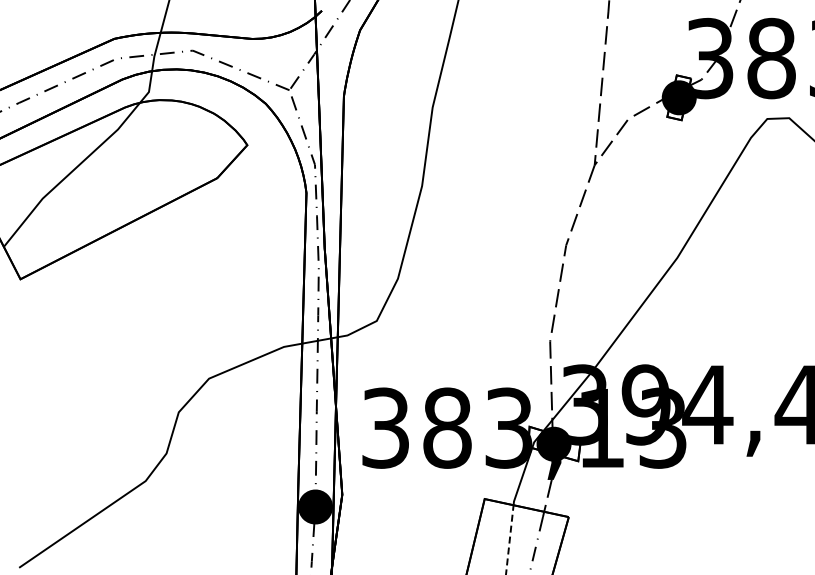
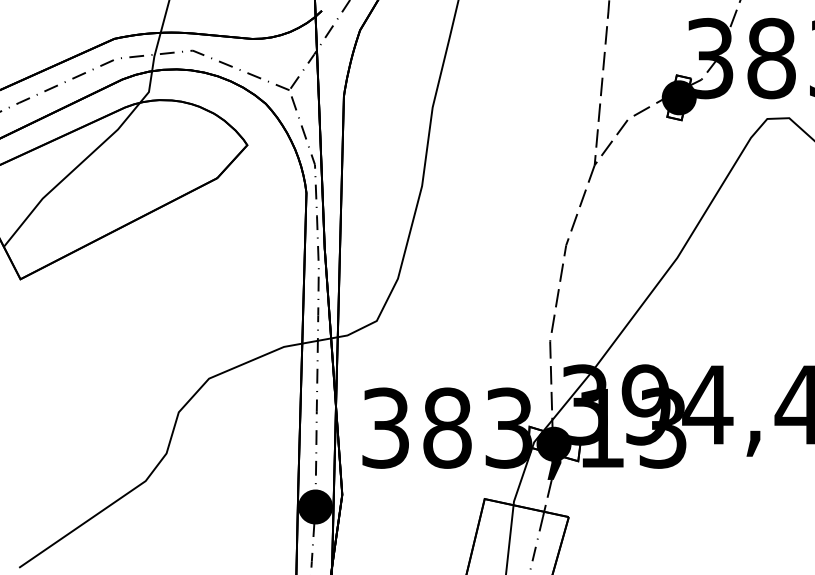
line at (509, 539): dashed -> solid
